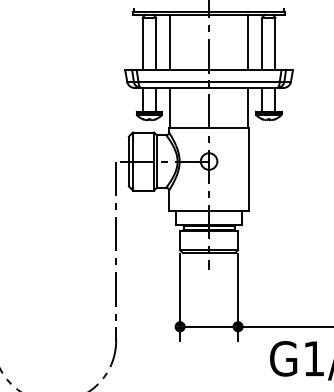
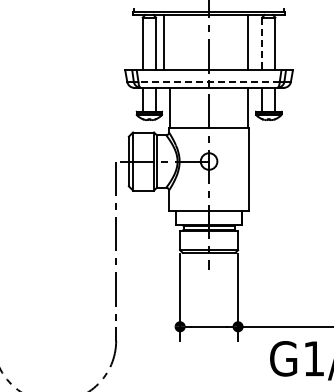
line at (170, 42) position: (170, 42) -> (164, 42)
line at (262, 44): solid -> dashed
line at (209, 82): solid -> dashed
